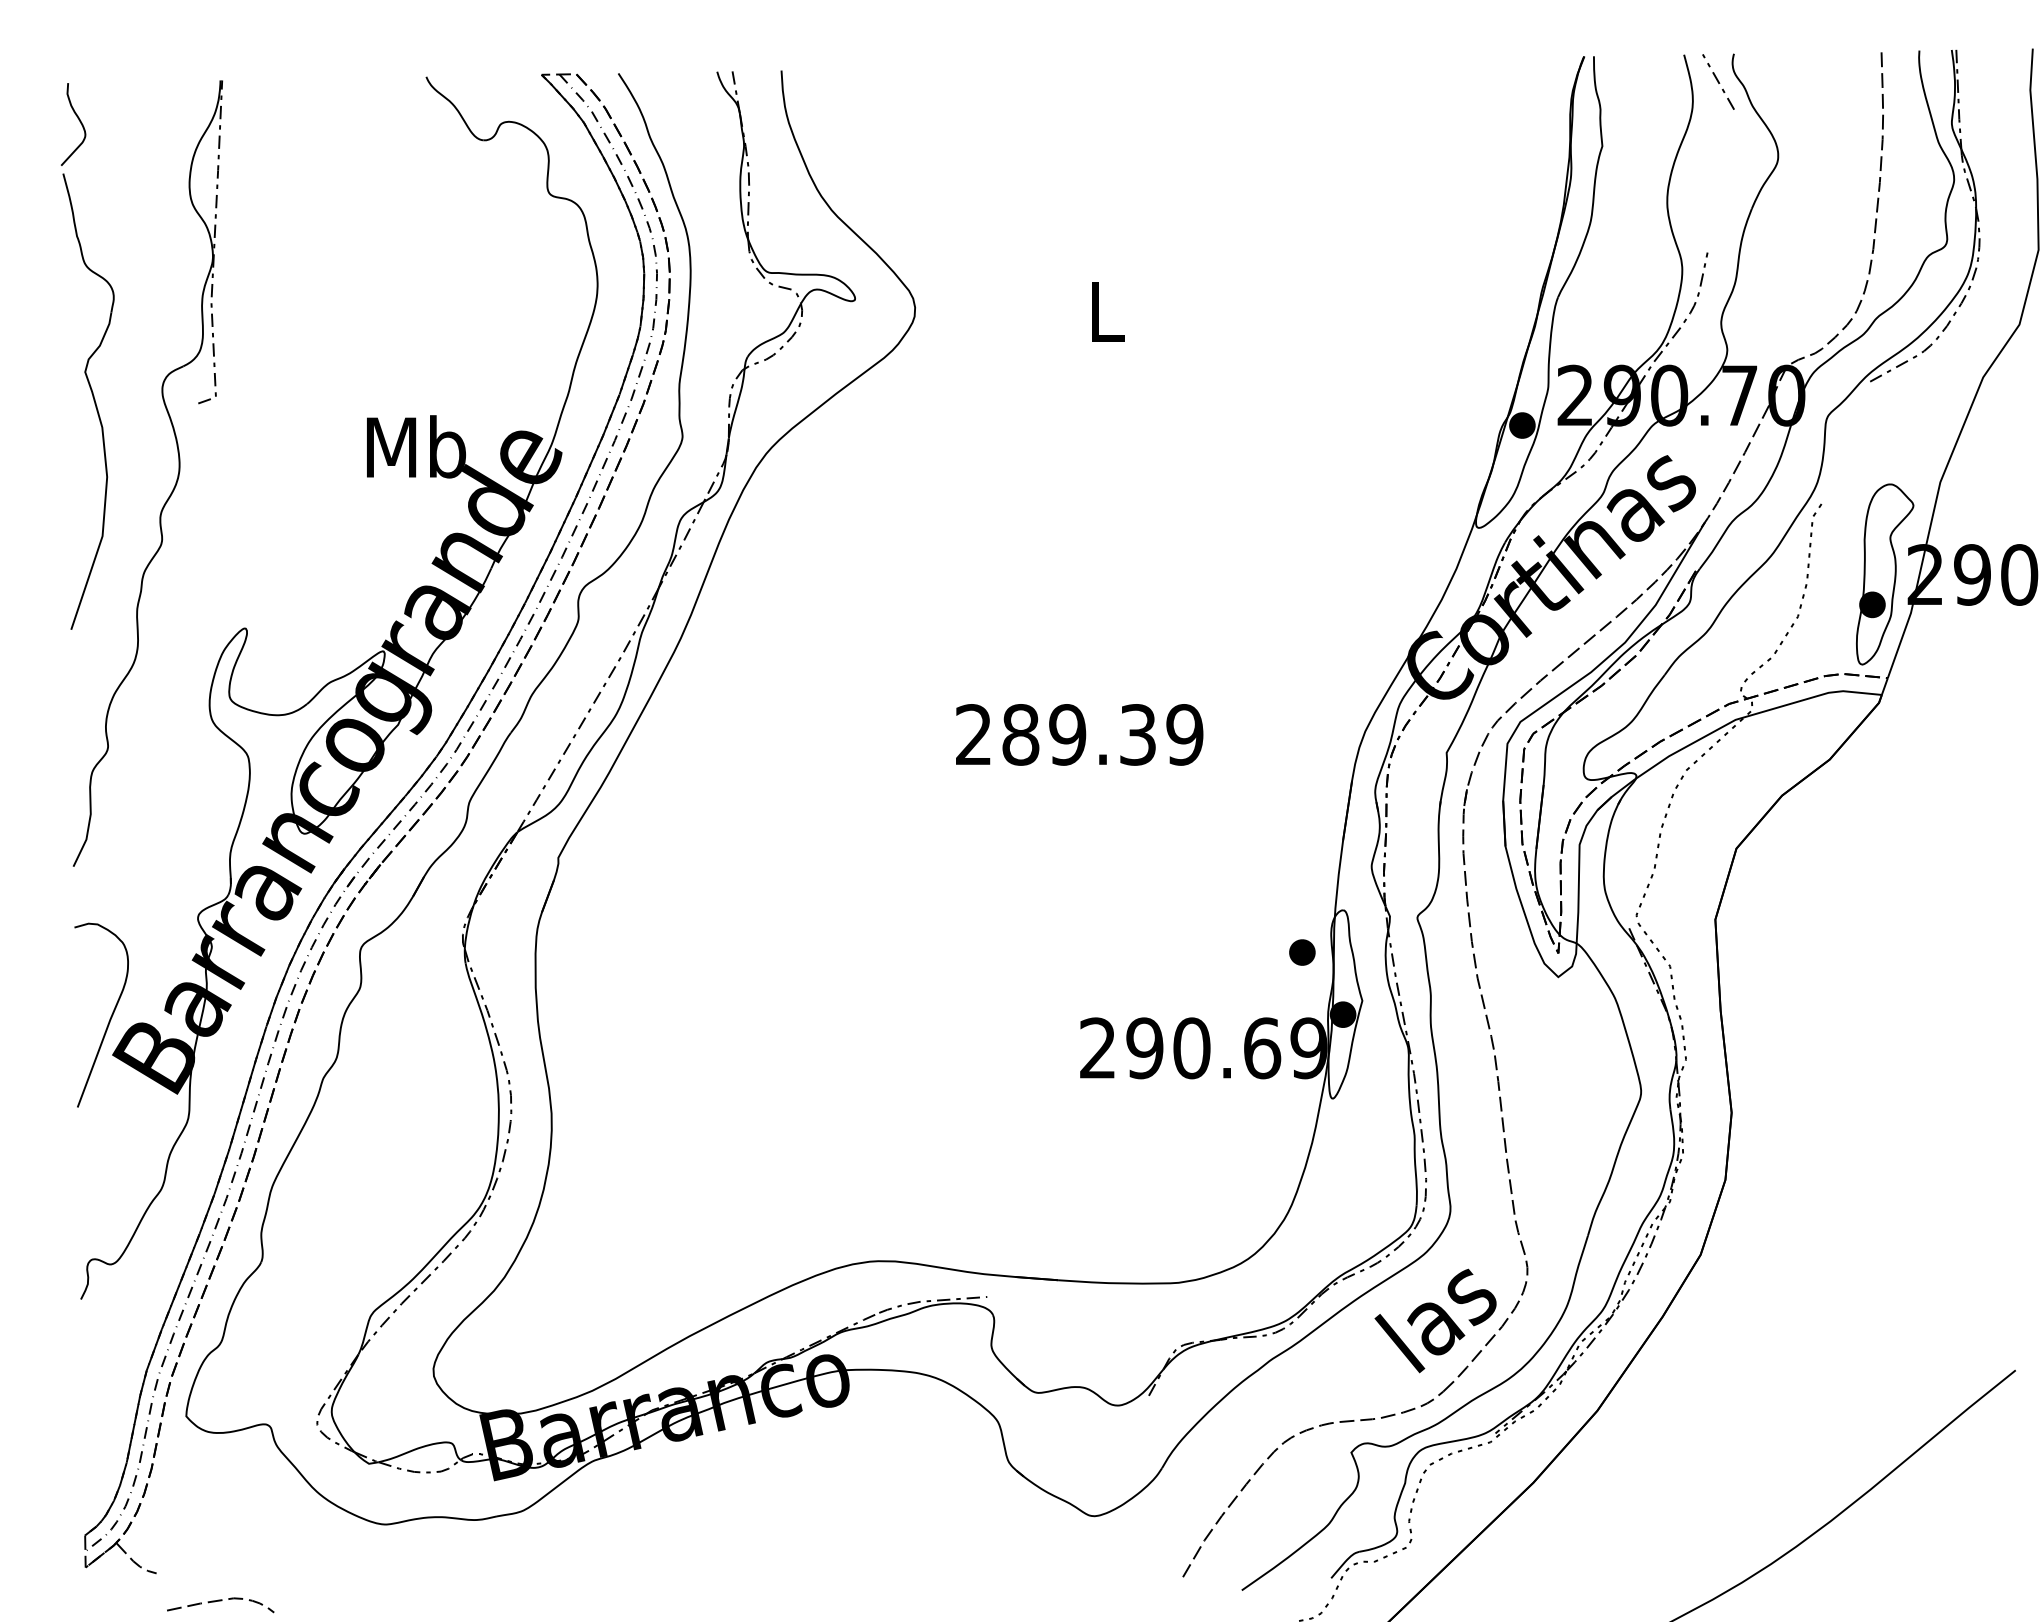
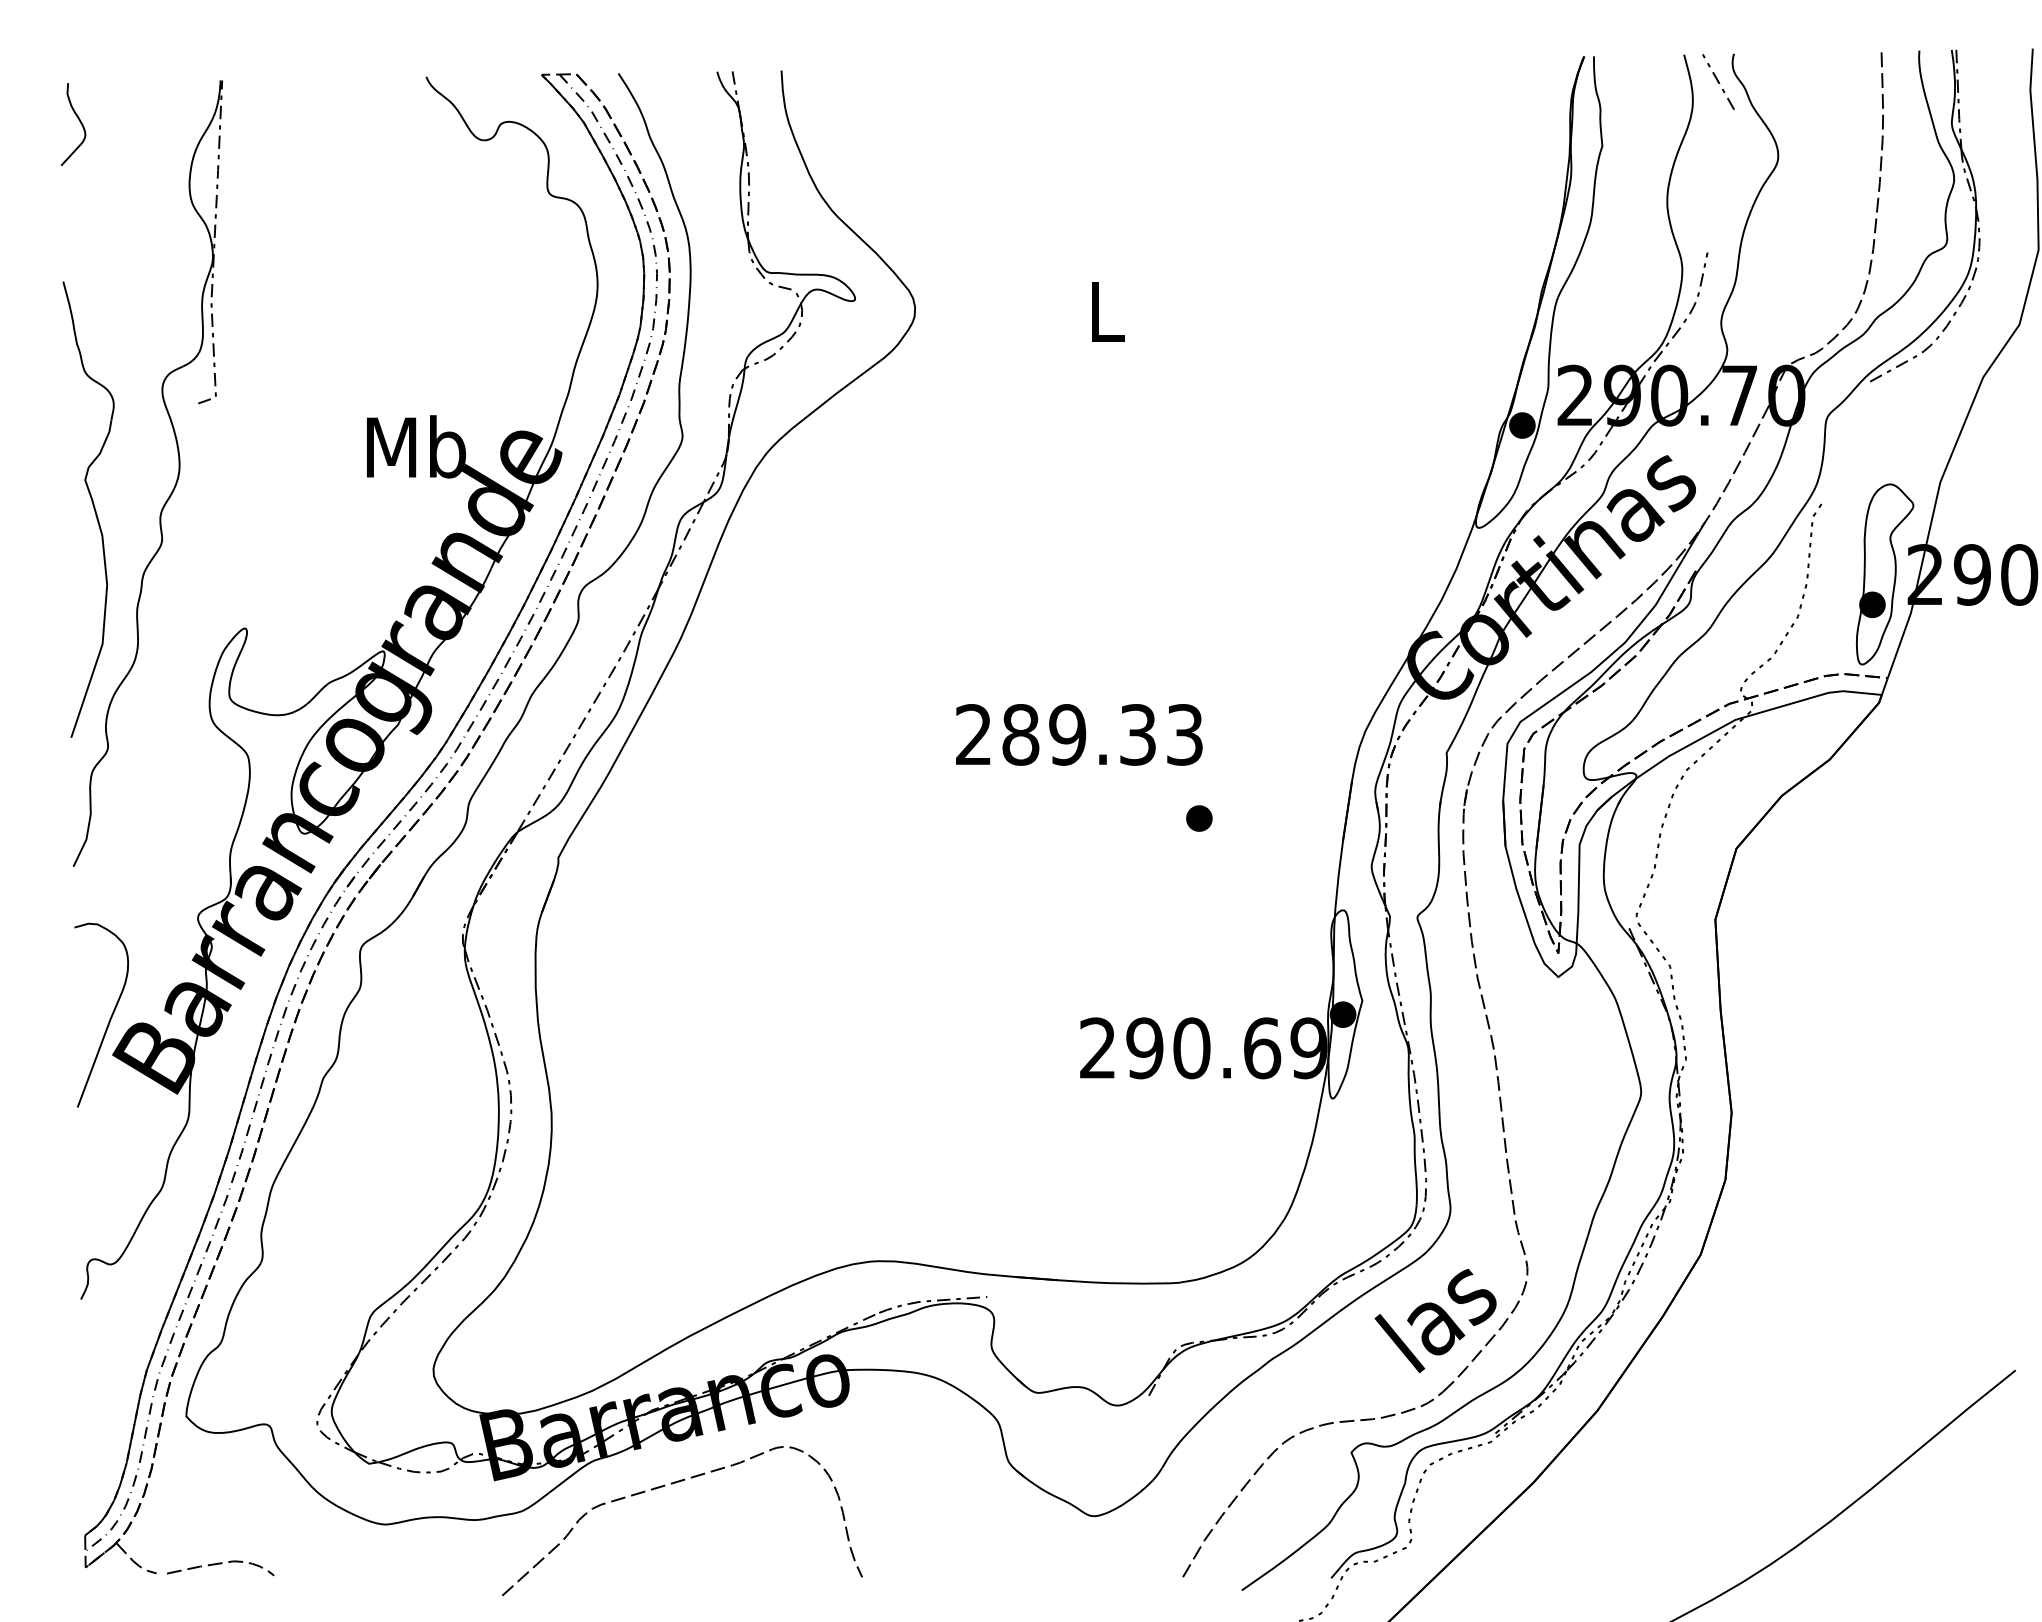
part at (88, 401) position: (88, 401) -> (88, 509)
text at (1184, 734): 289.39 -> 289.33
part at (1302, 952) position: (1302, 952) -> (1199, 818)
curve at (672, 1484): none -> present
curve at (220, 1601) position: (220, 1601) -> (220, 1564)
